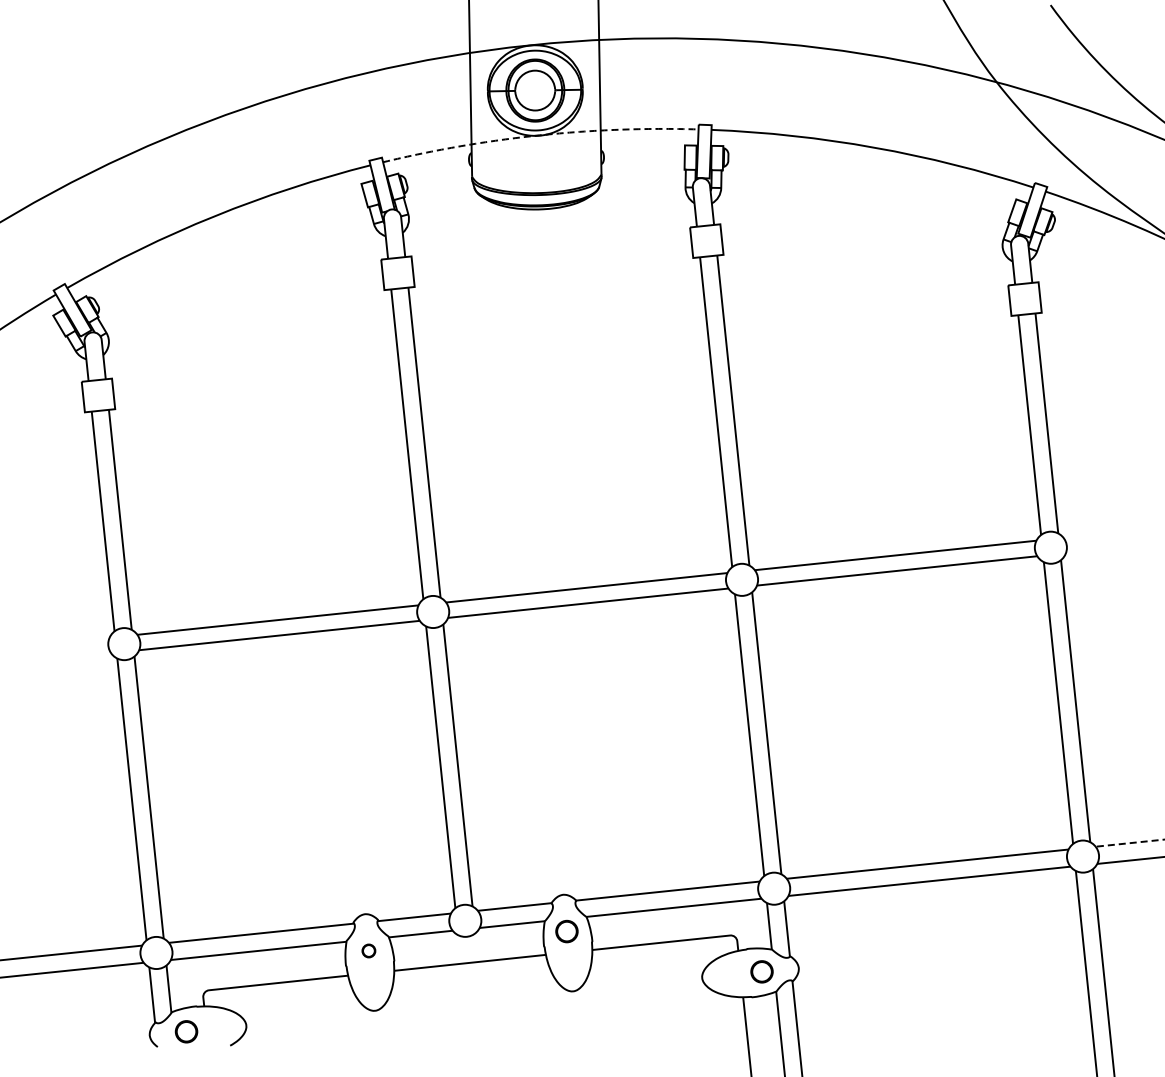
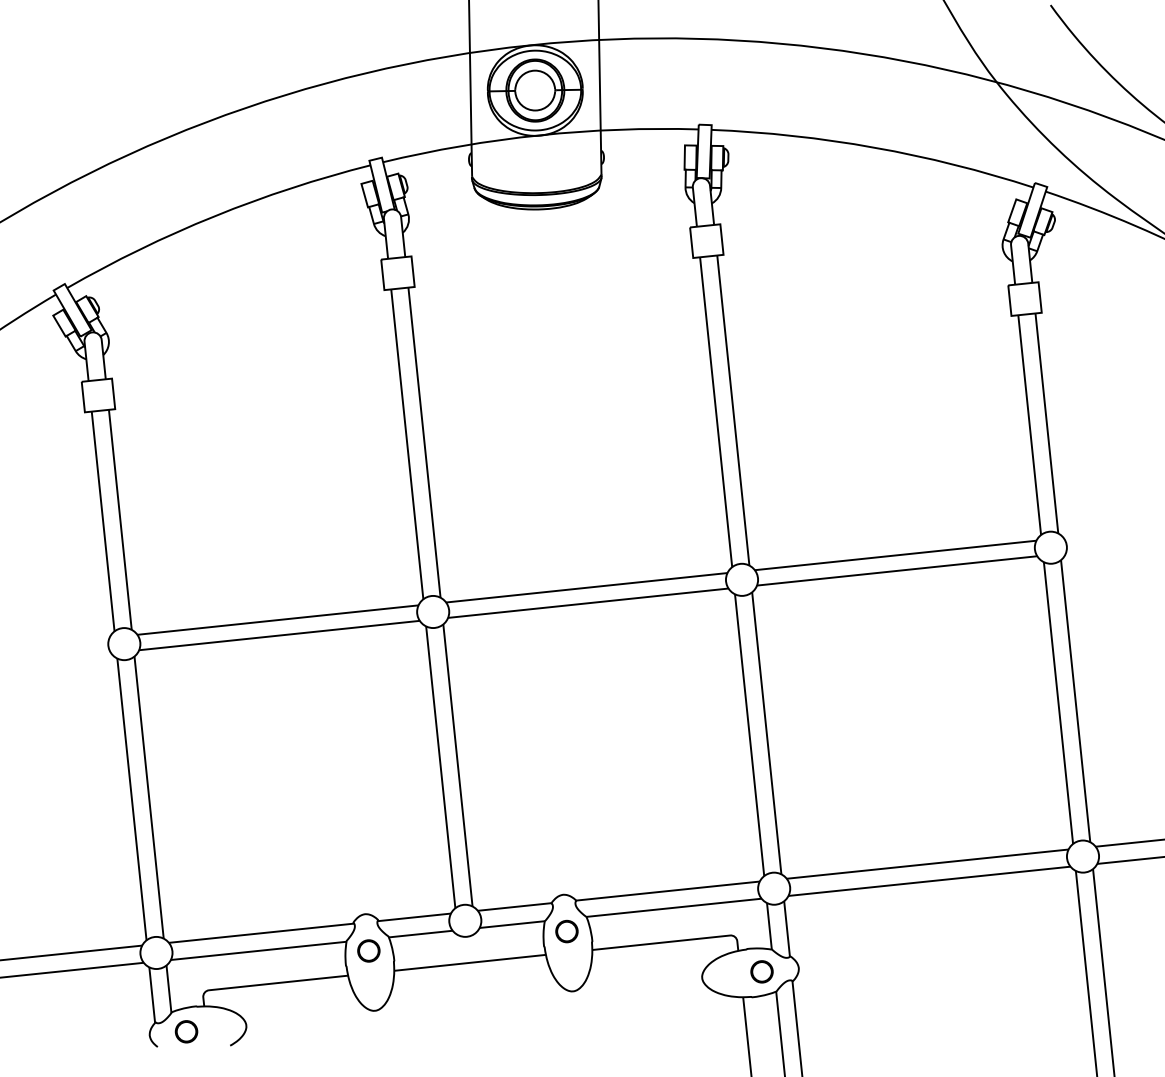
line at (539, 135): dashed -> solid
line at (1129, 843): dashed -> solid
circle at (368, 950) size: 16x16 px -> 24x24 px
